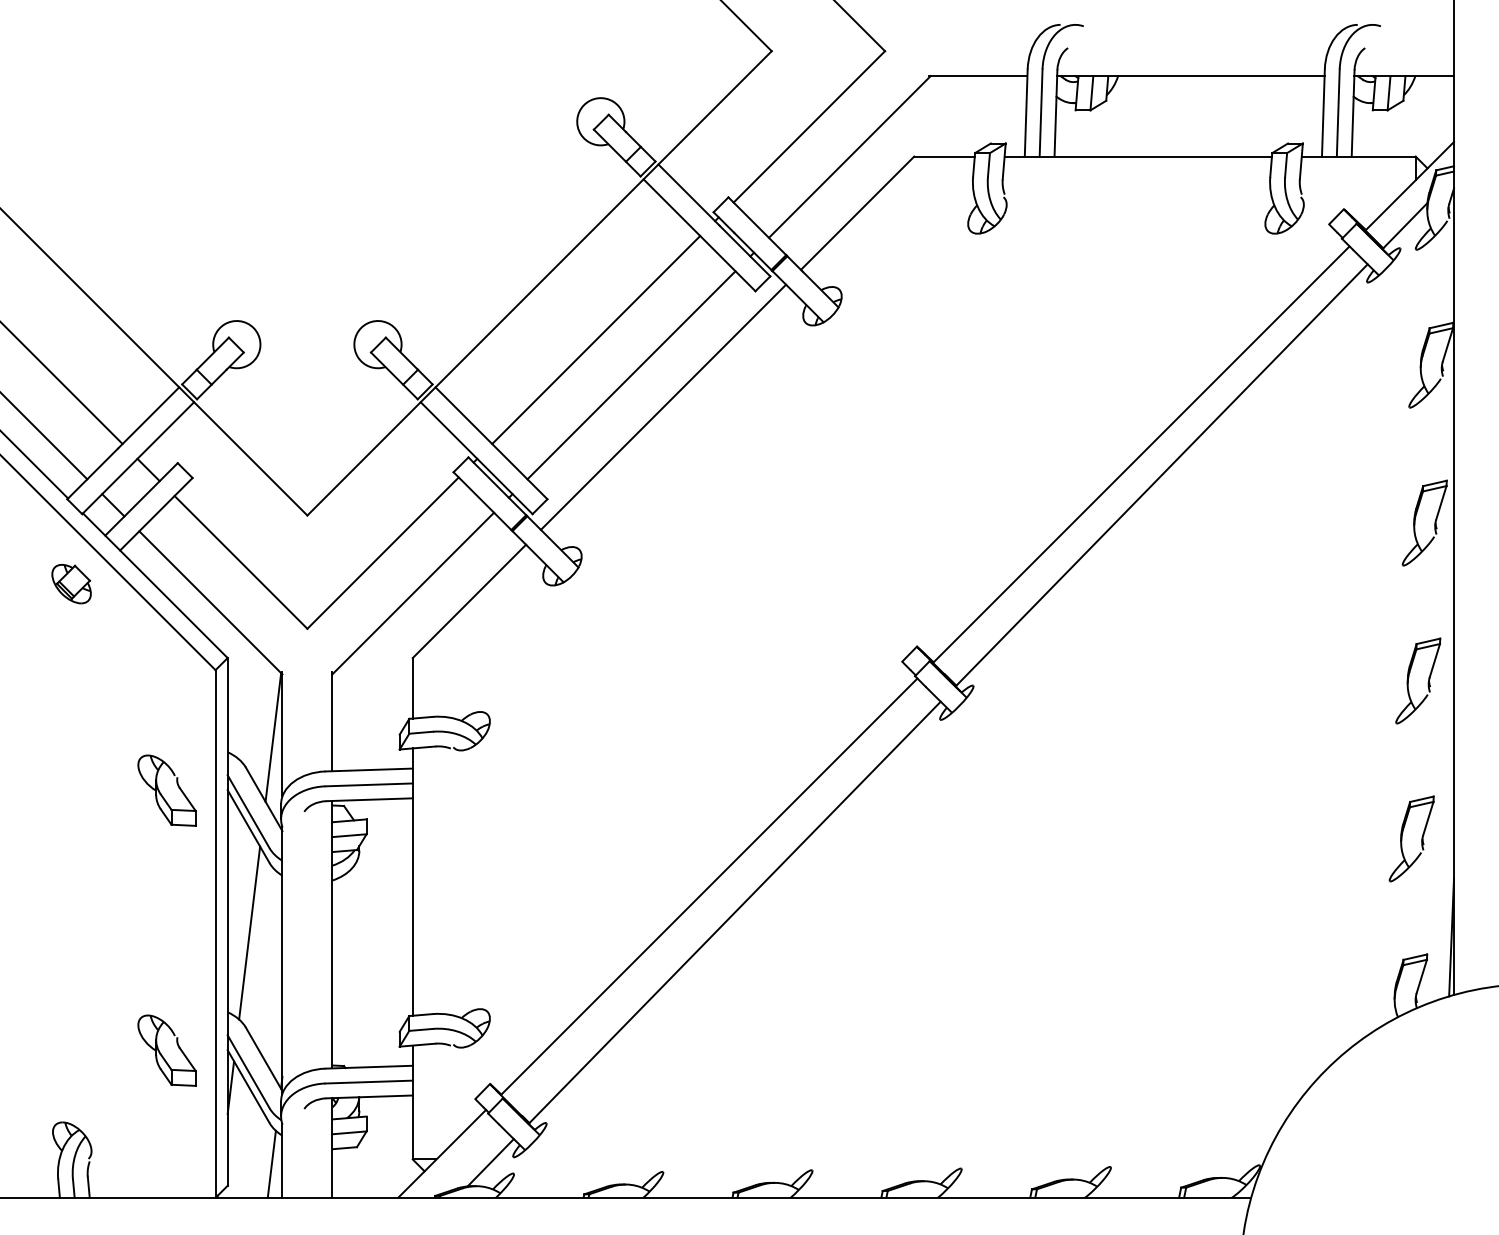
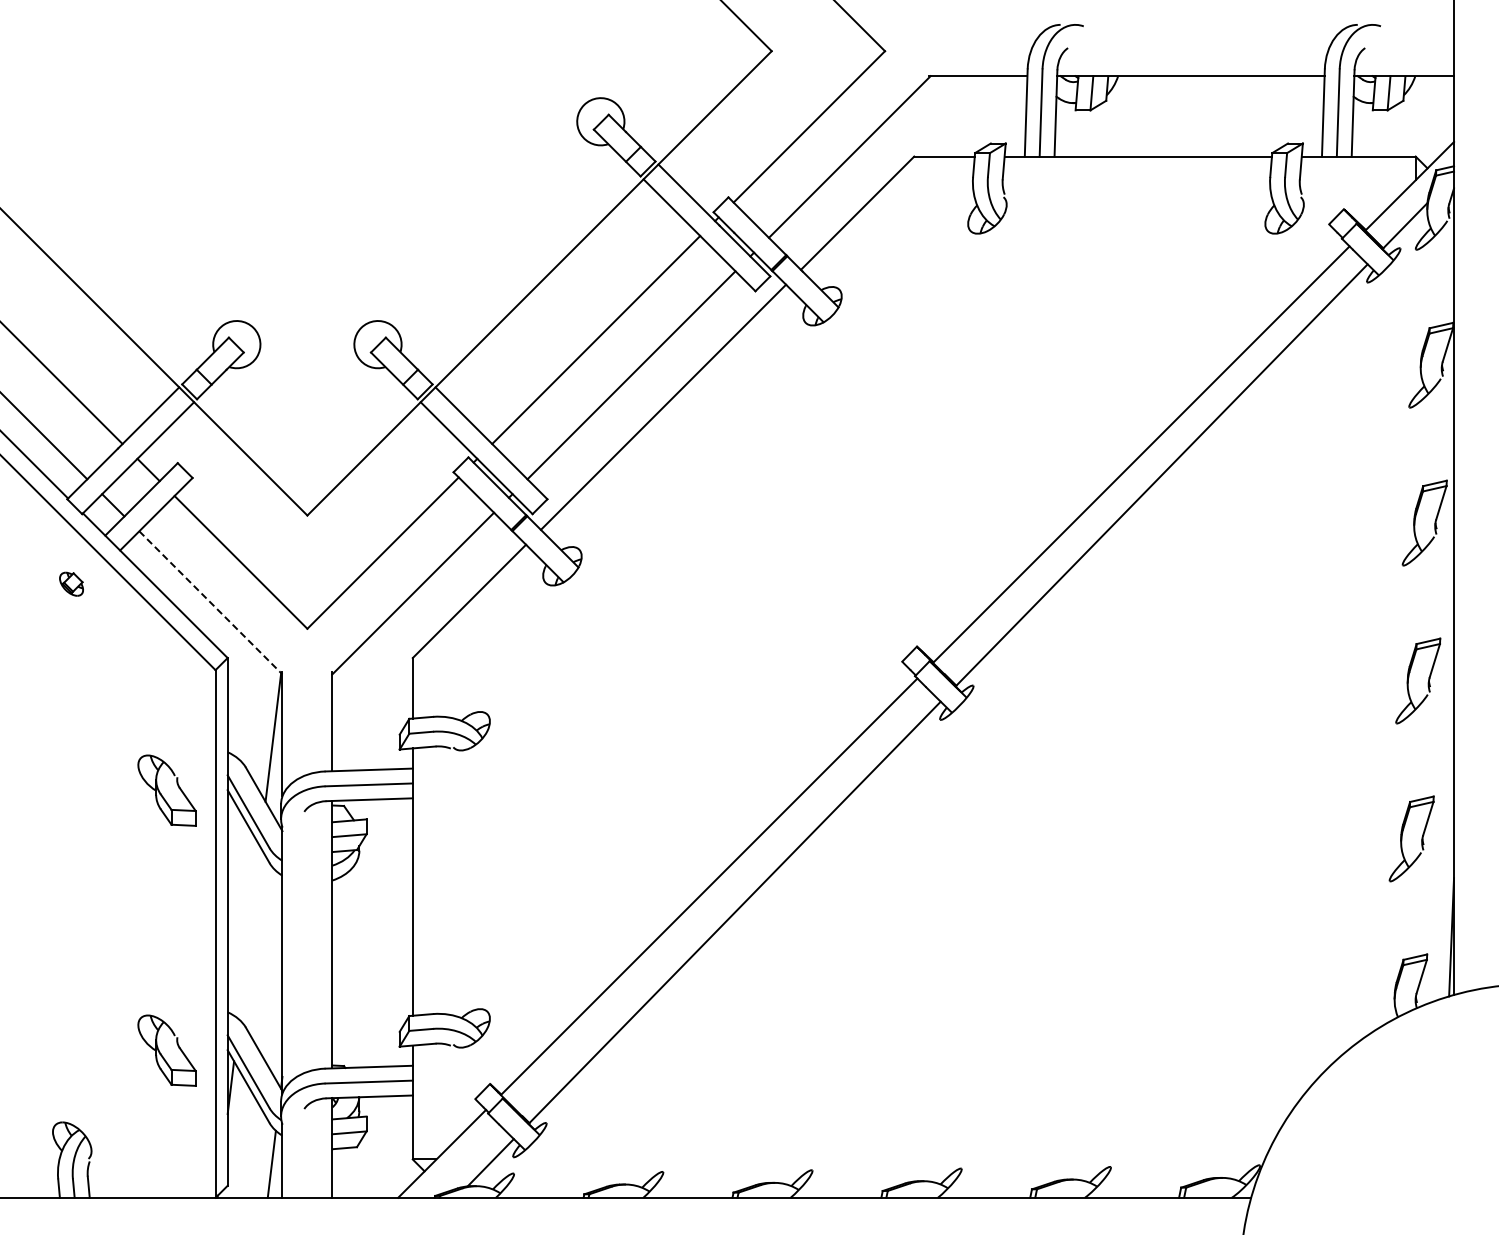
part at (71, 584) size: 41x41 px -> 25x26 px
line at (211, 603): solid -> dashed
line at (249, 932): present -> none
